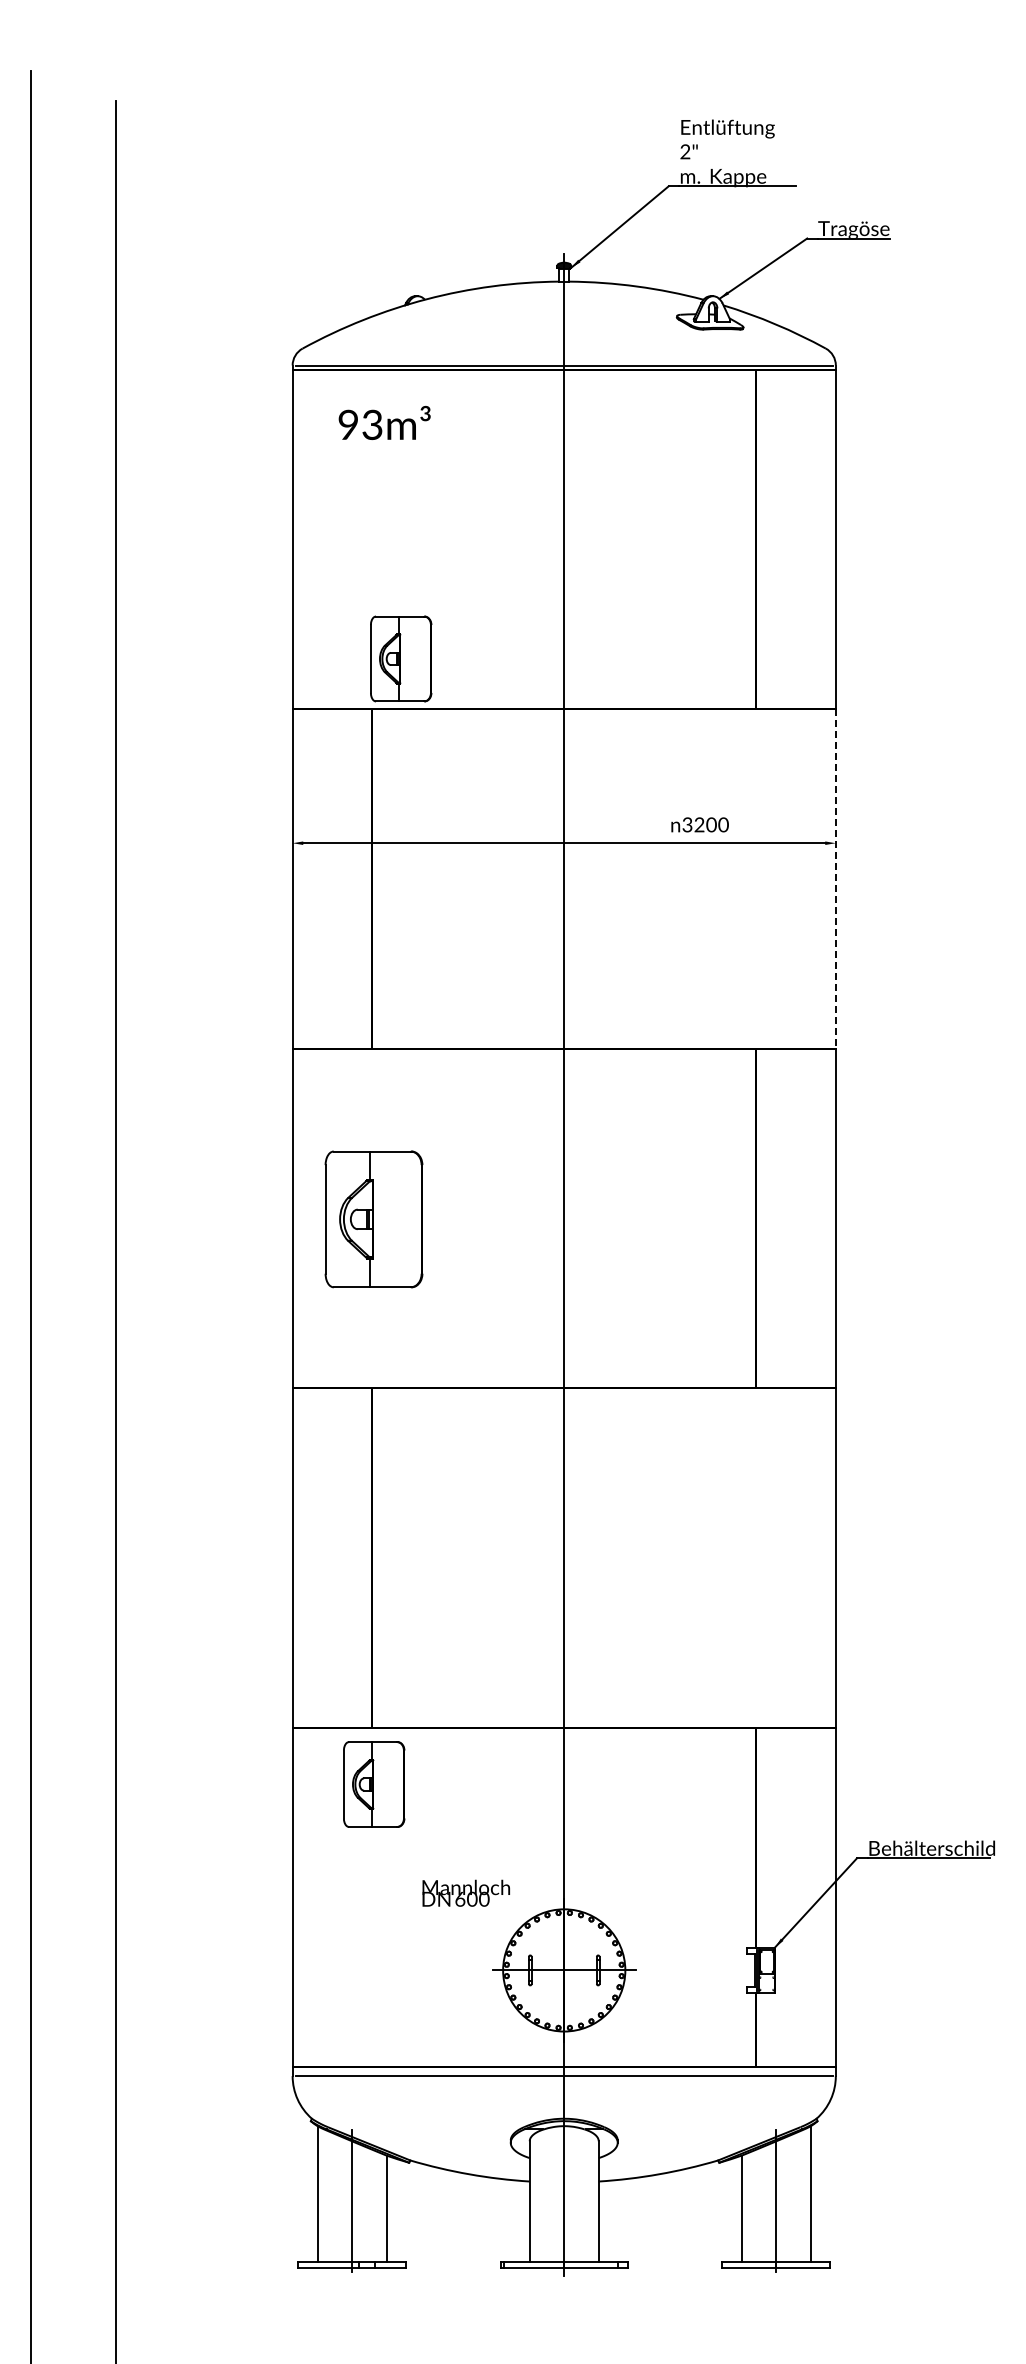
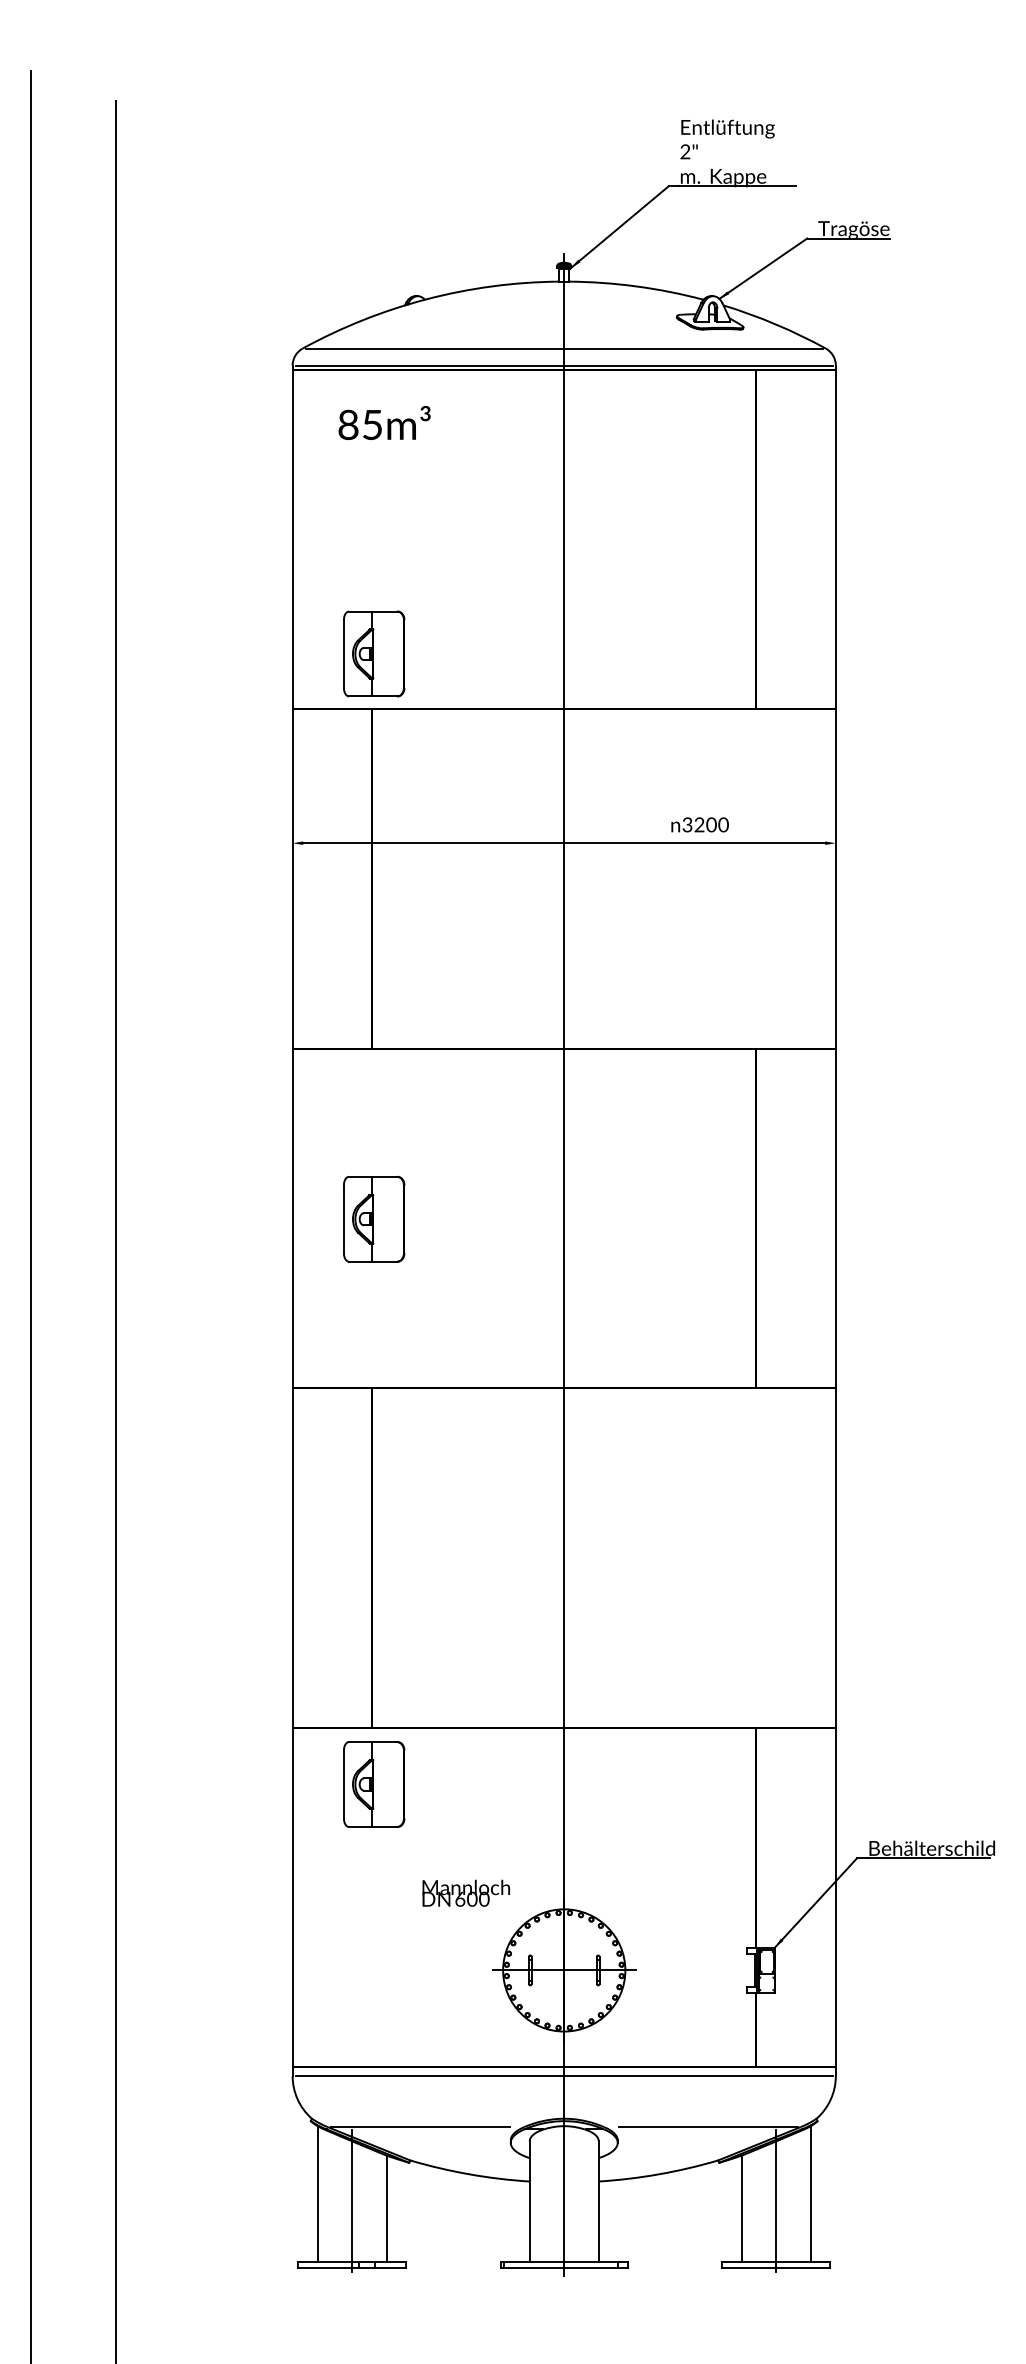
line at (563, 348): none -> present
text at (360, 424): 93m³ -> 85m³
part at (401, 658) position: (401, 658) -> (374, 653)
line at (835, 878): dashed -> solid
part at (373, 1219) size: 100x139 px -> 63x88 px
line at (419, 2127): none -> present
line at (707, 2127): none -> present
